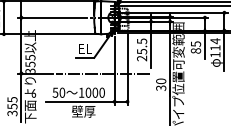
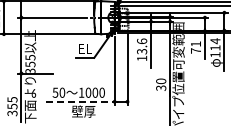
text at (195, 47): 85 -> 71
text at (142, 49): 25.5 -> 13.6
line at (102, 73): present -> none
line at (80, 101): solid -> dashed
